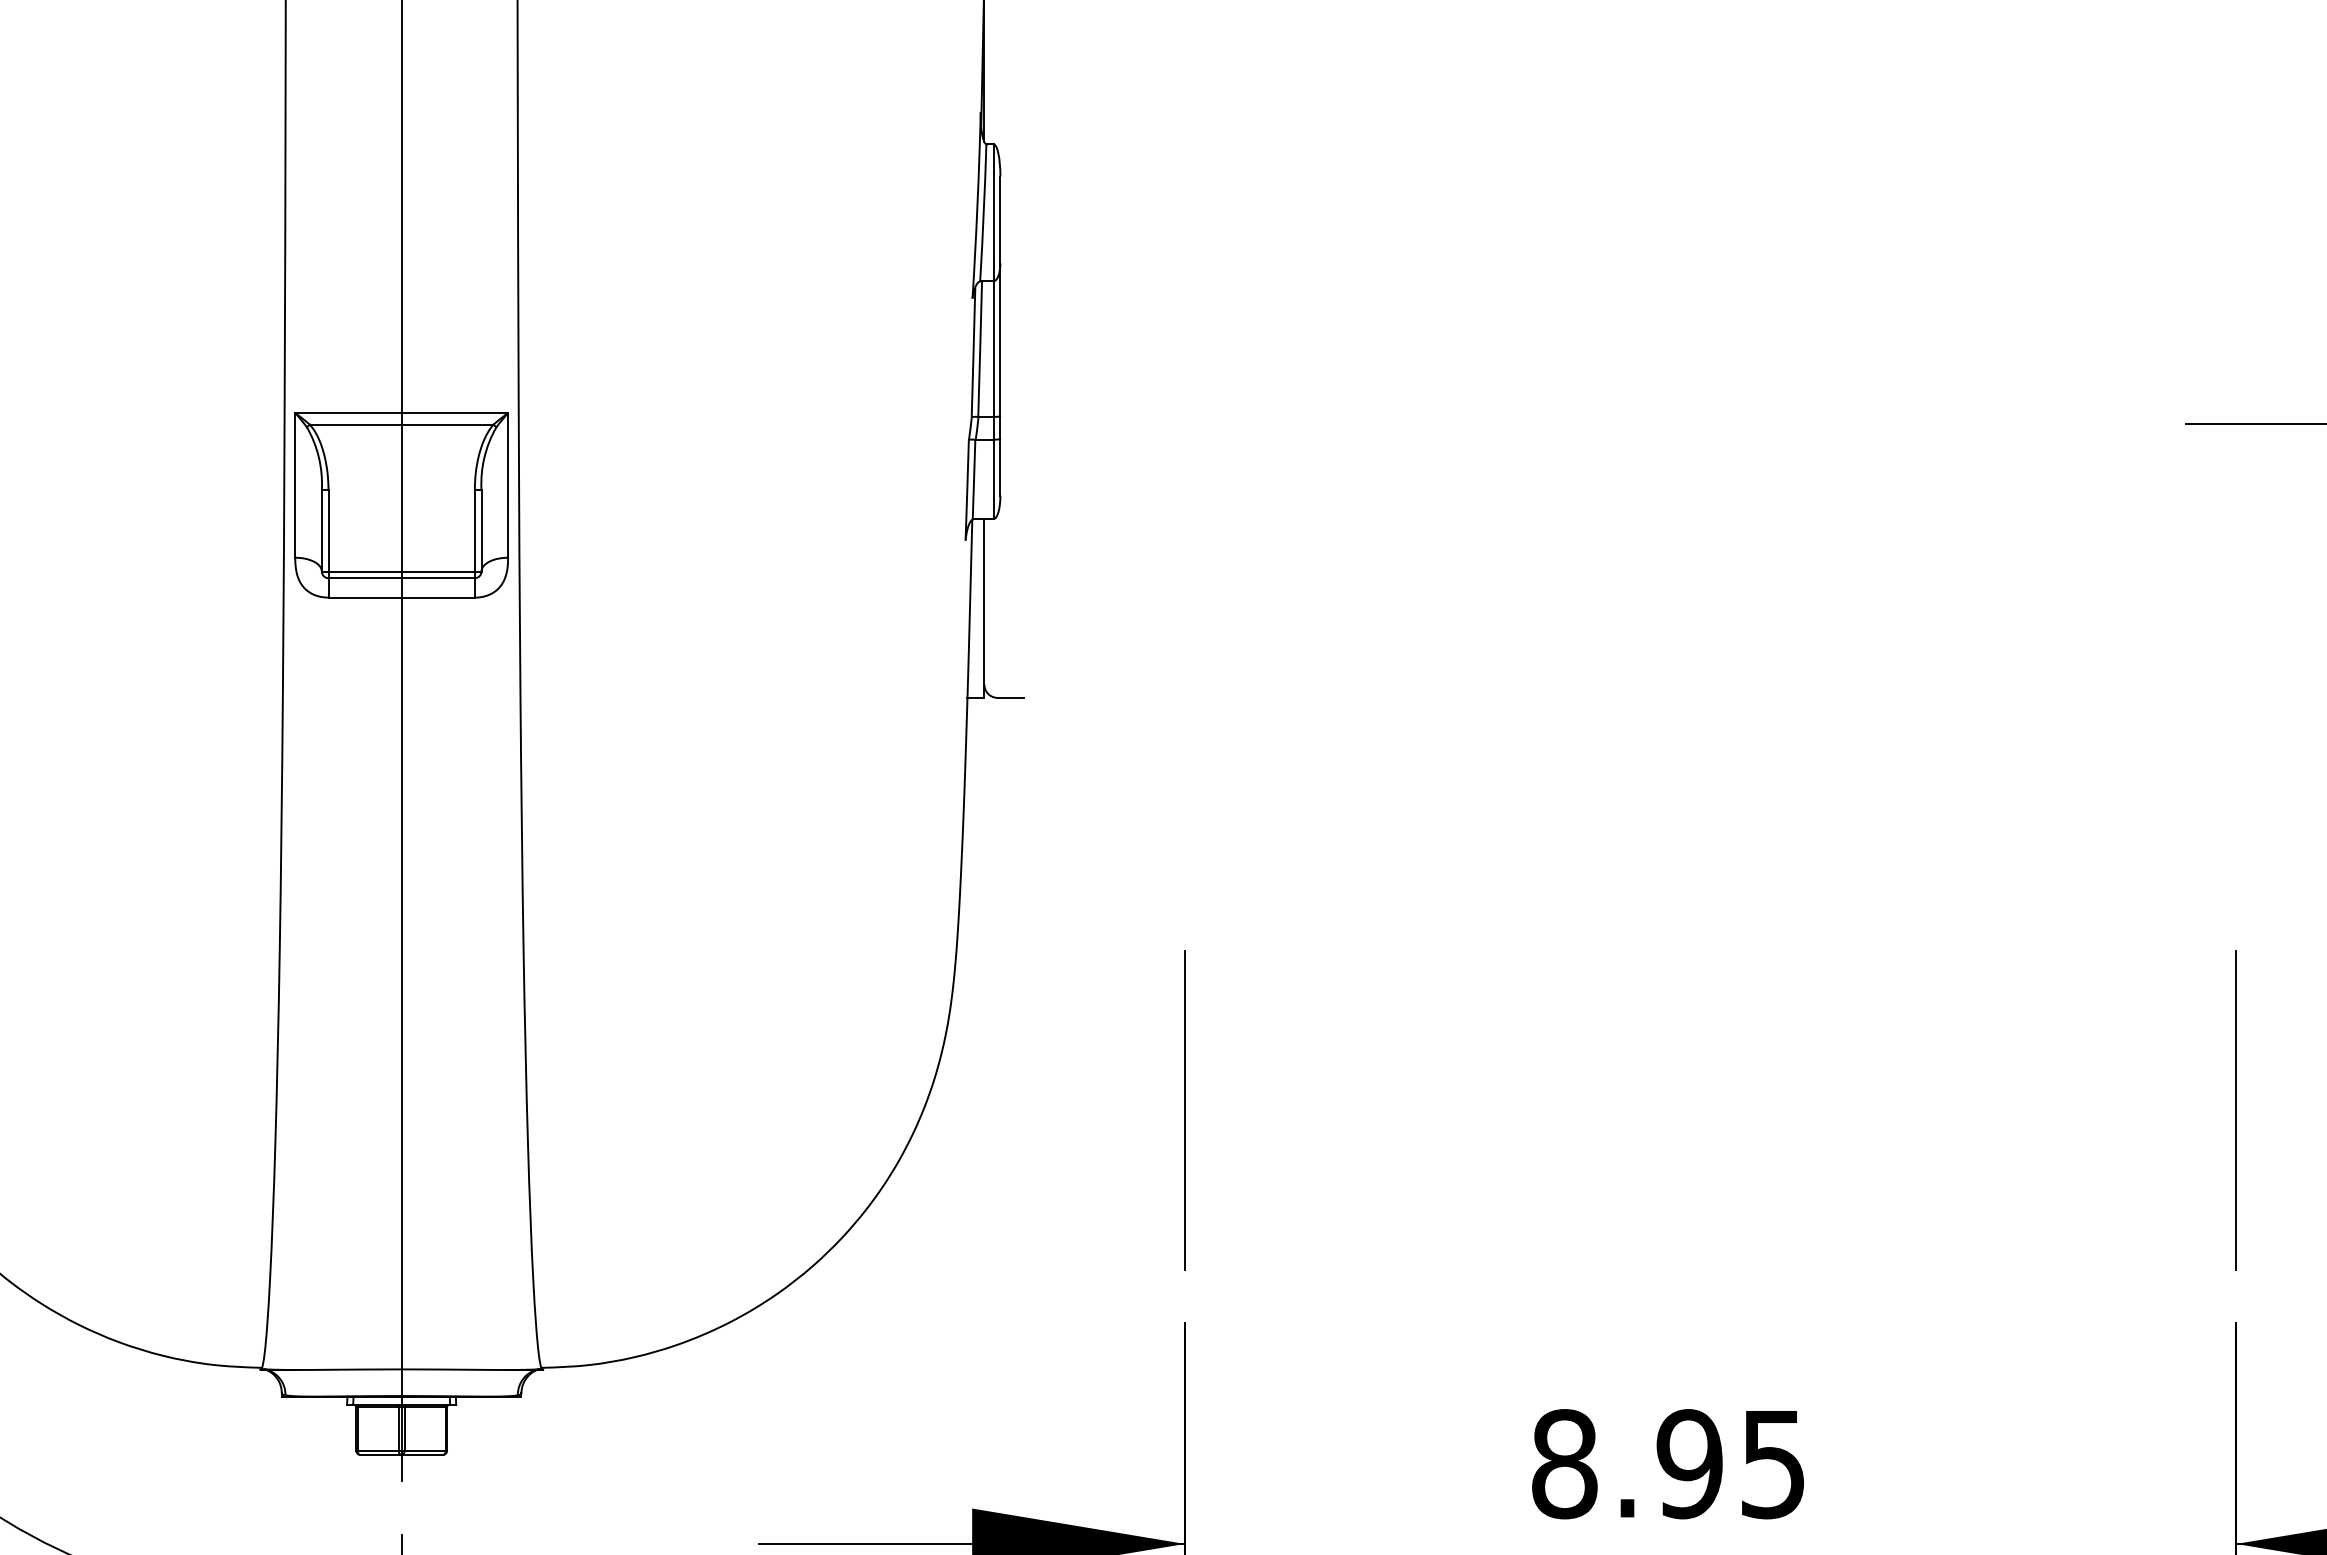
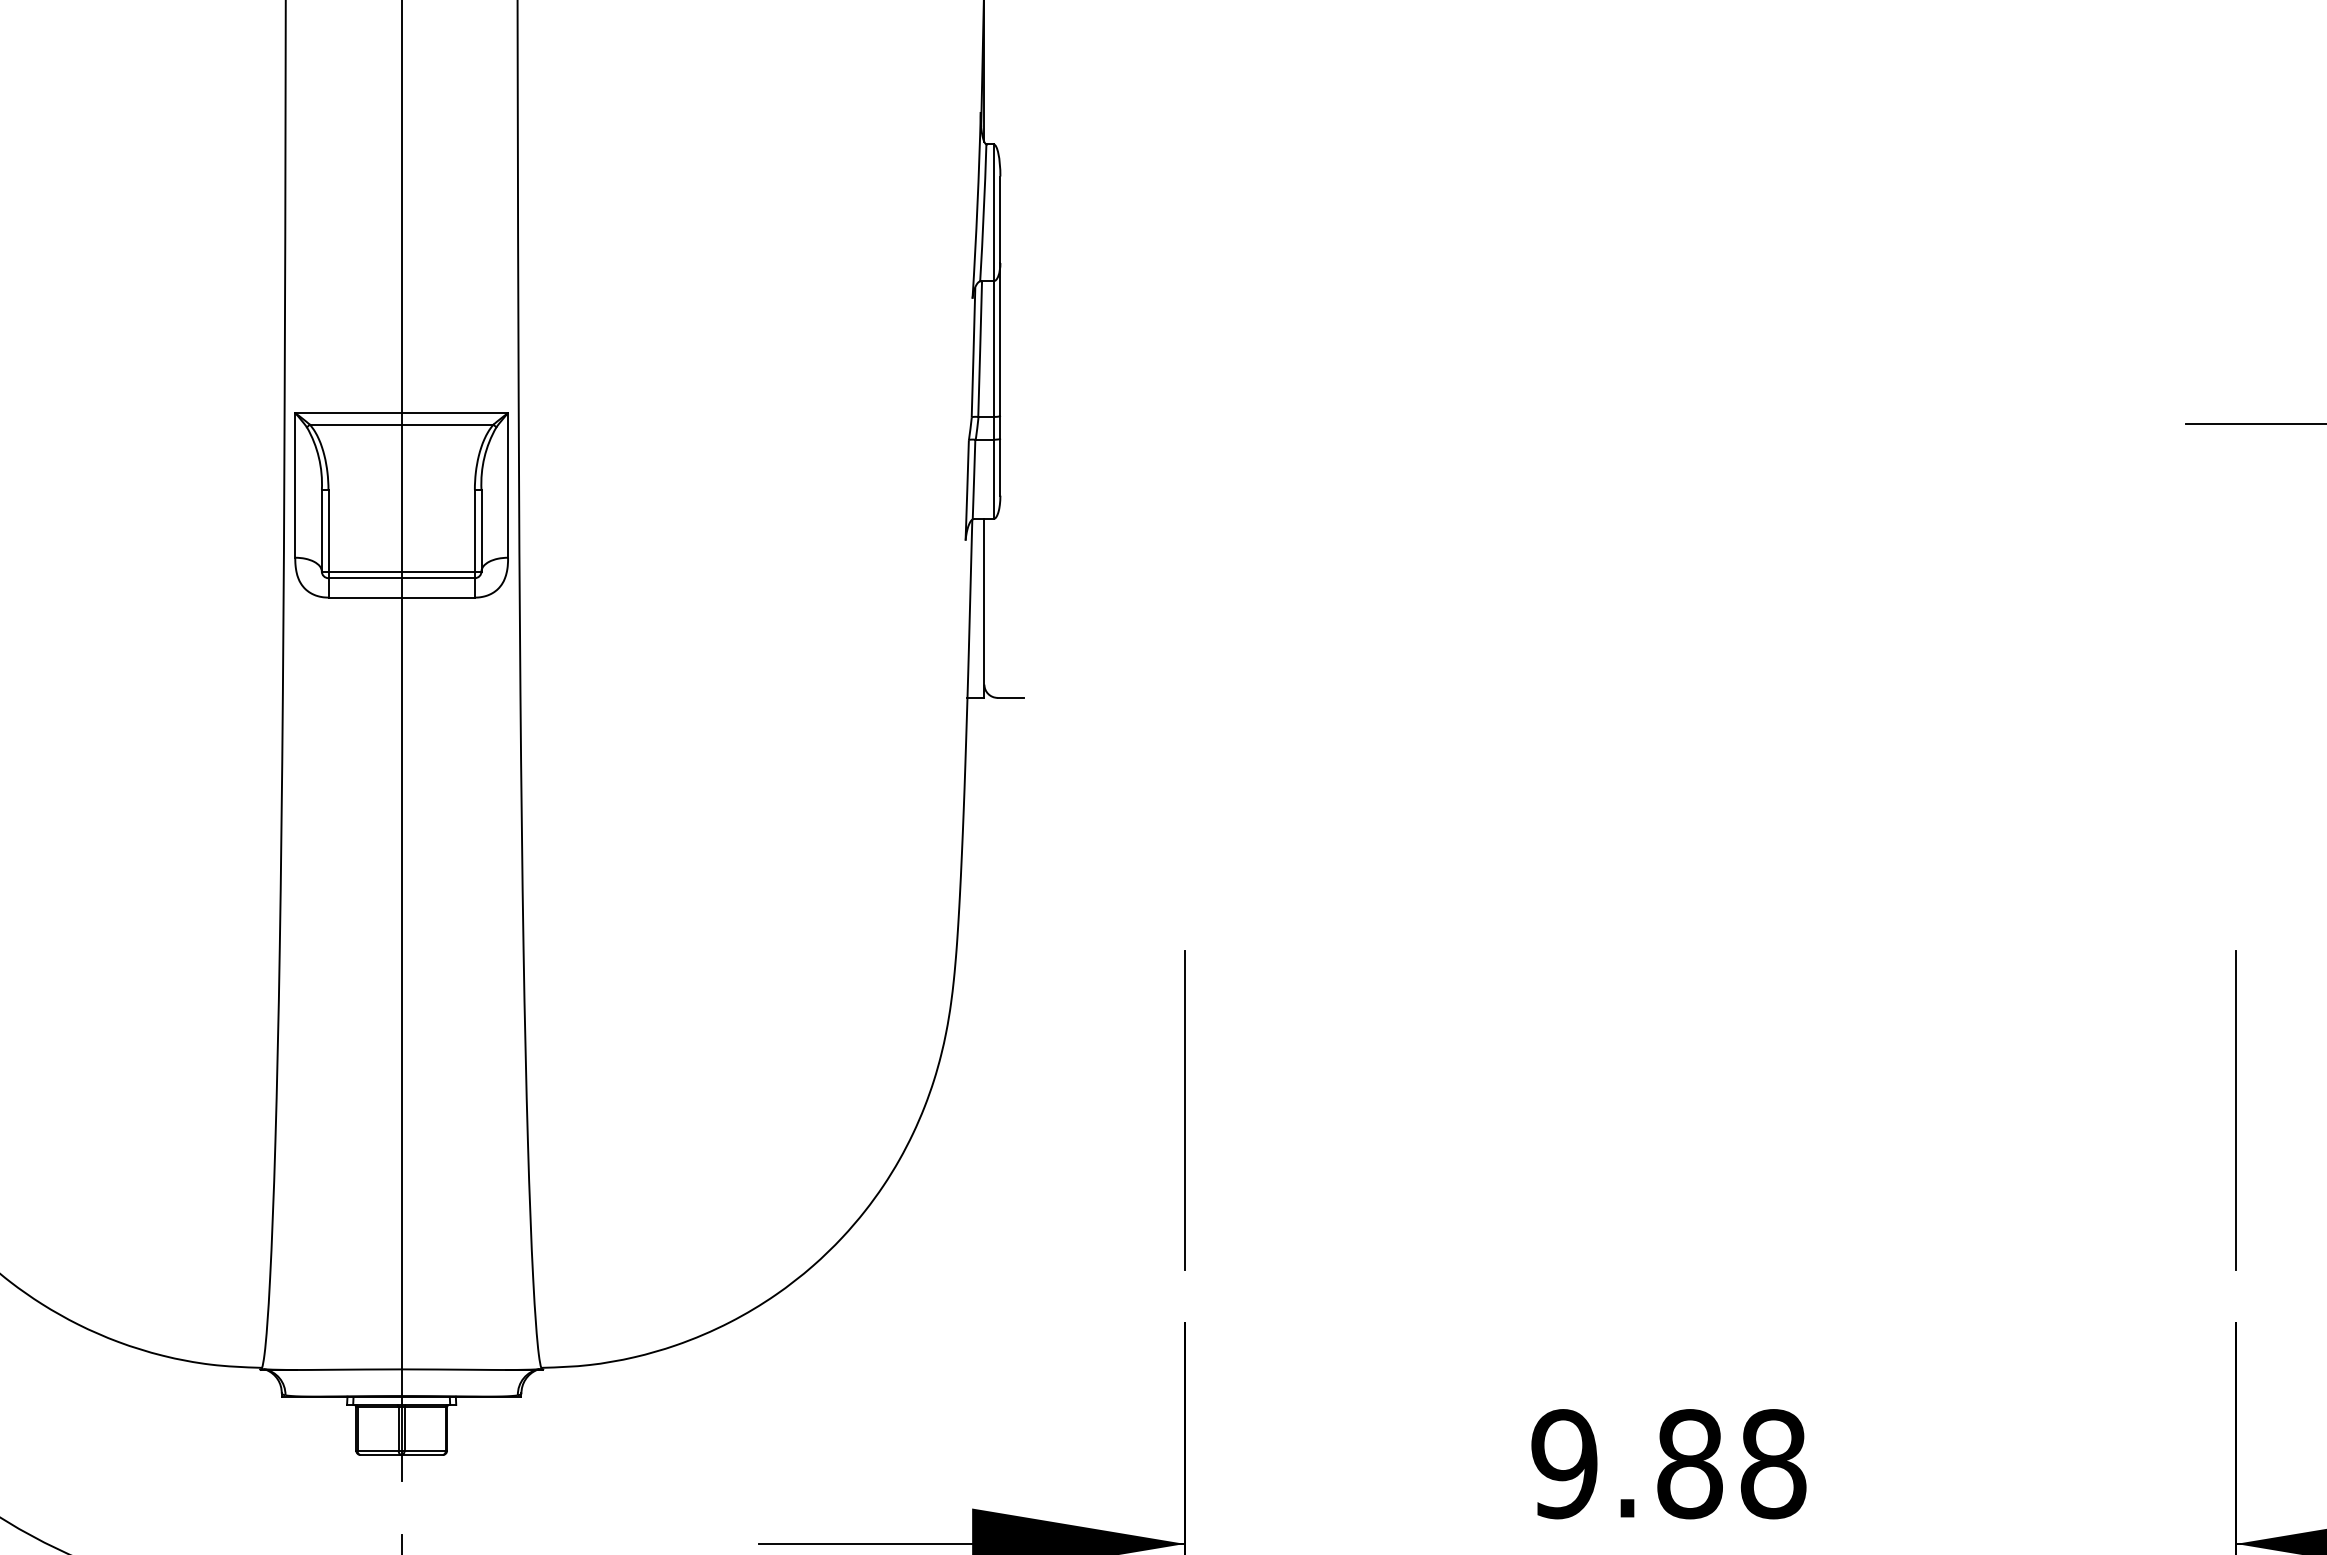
text at (1668, 1464): 8.95 -> 9.88
